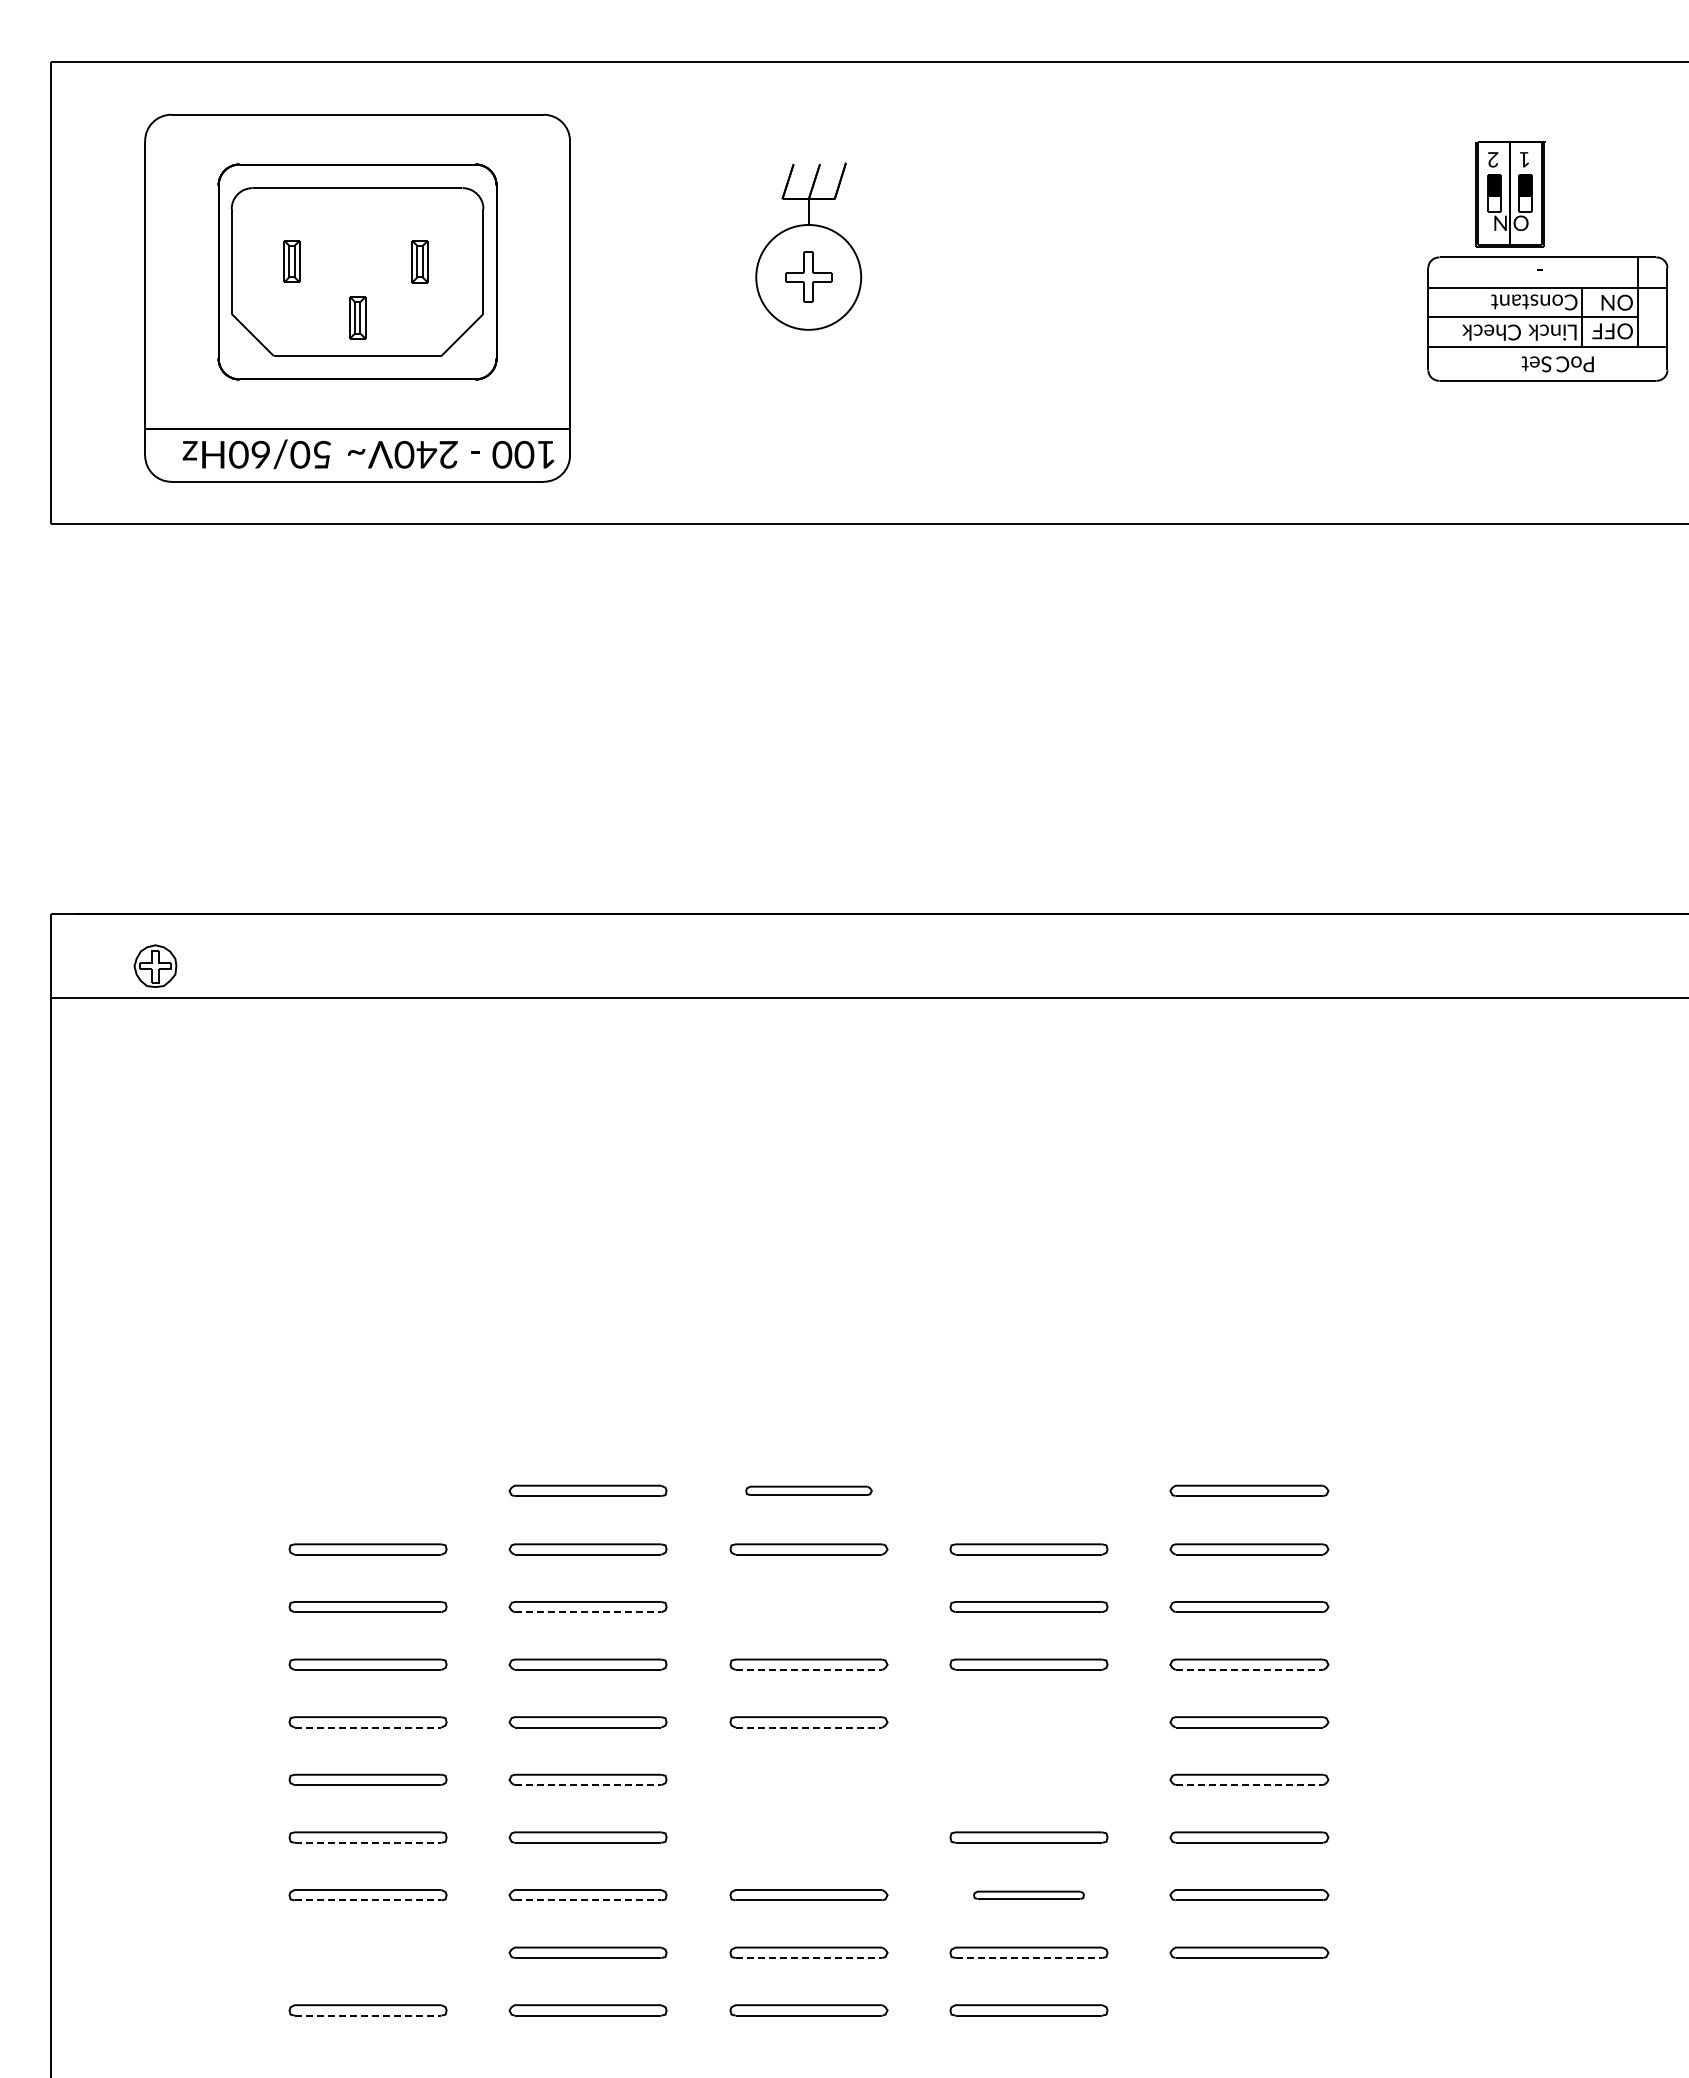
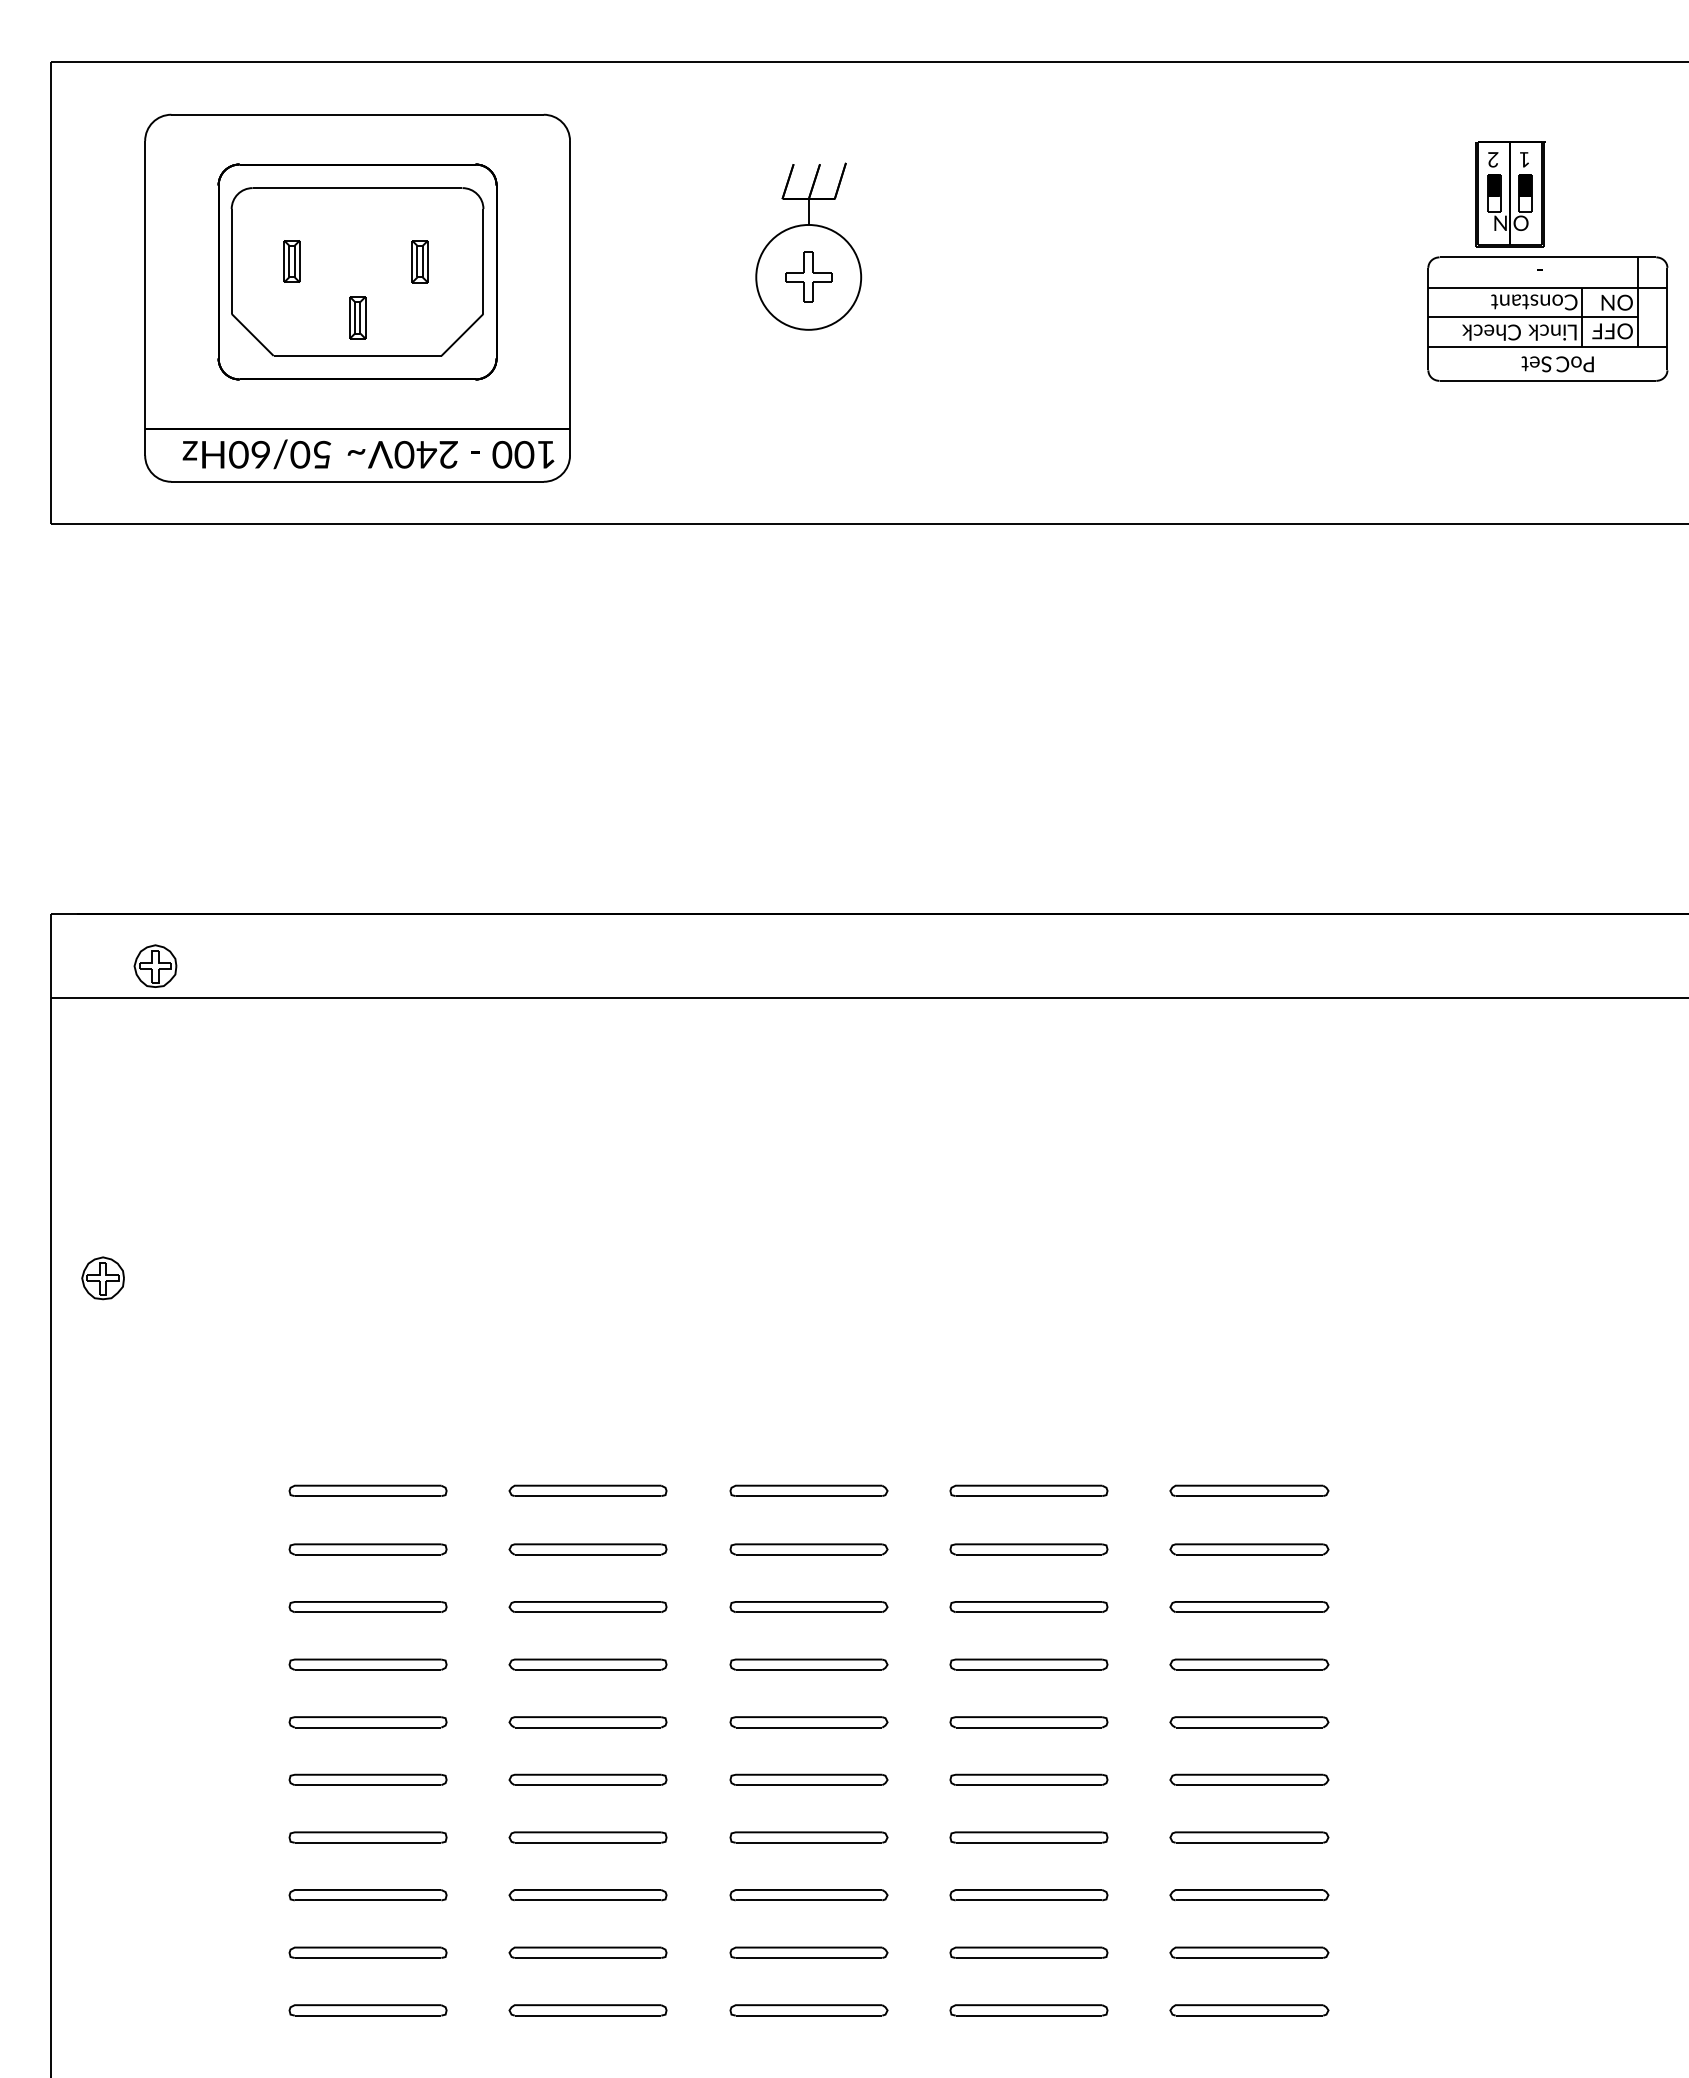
part at (102, 1278): none -> present
part at (367, 1490): none -> present
part at (808, 1490) size: 128x11 px -> 160x13 px
part at (1028, 1490): none -> present
part at (808, 1606): none -> present
line at (588, 1612): dashed -> solid
line at (809, 1670): dashed -> solid
line at (1249, 1670): dashed -> solid
part at (1028, 1722): none -> present
line at (368, 1727): dashed -> solid
line at (809, 1727): dashed -> solid
part at (808, 1779): none -> present
part at (1028, 1779): none -> present
line at (588, 1785): dashed -> solid
line at (1249, 1785): dashed -> solid
part at (808, 1837): none -> present
line at (368, 1842): dashed -> solid
part at (1028, 1894) size: 112x10 px -> 160x13 px
line at (368, 1900): dashed -> solid
line at (588, 1900): dashed -> solid
part at (367, 1952): none -> present
line at (809, 1958): dashed -> solid
line at (1029, 1958): dashed -> solid
part at (1249, 2010): none -> present
line at (368, 2015): dashed -> solid
